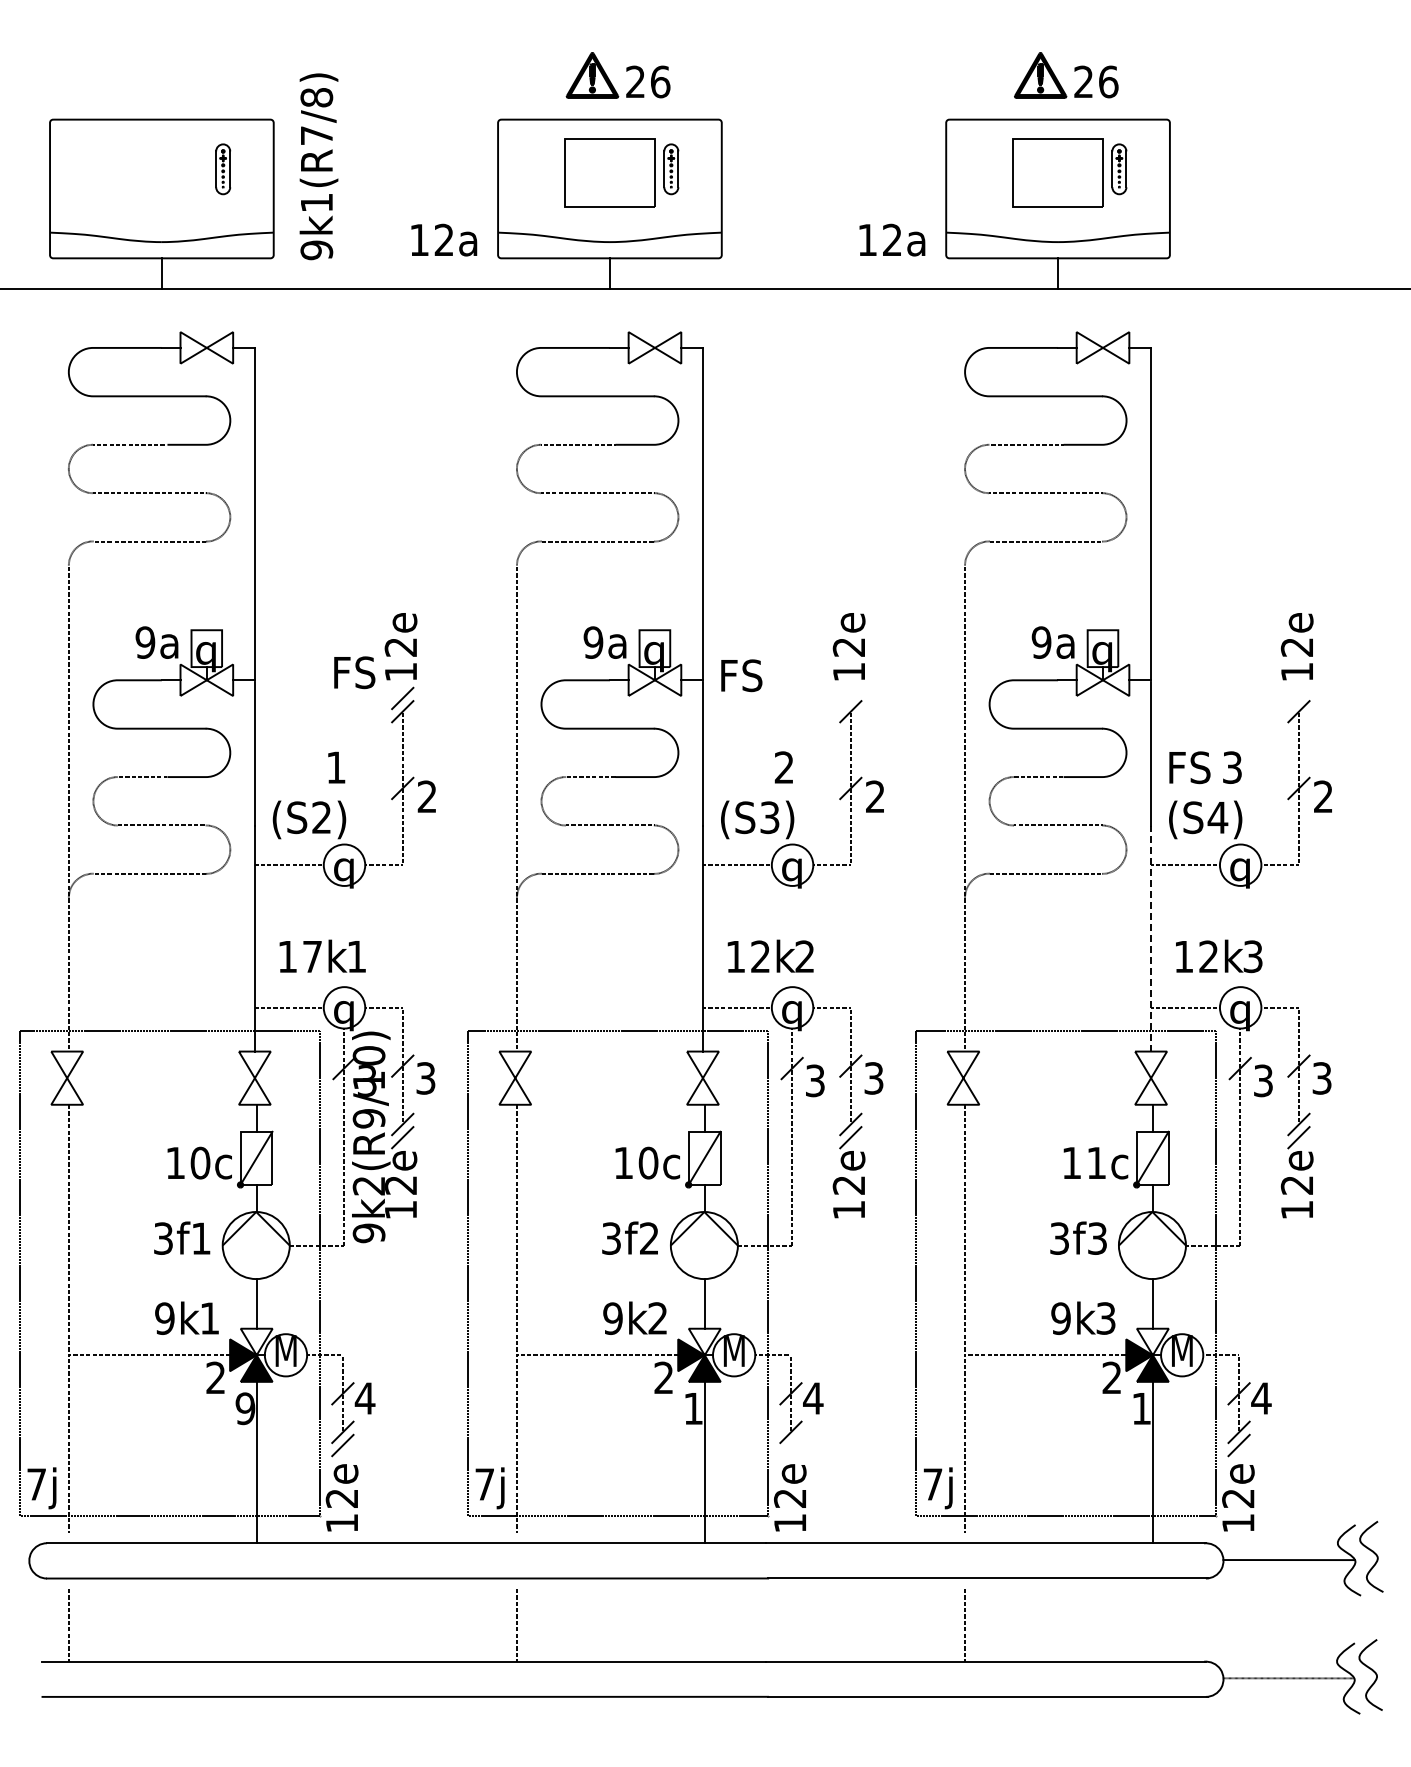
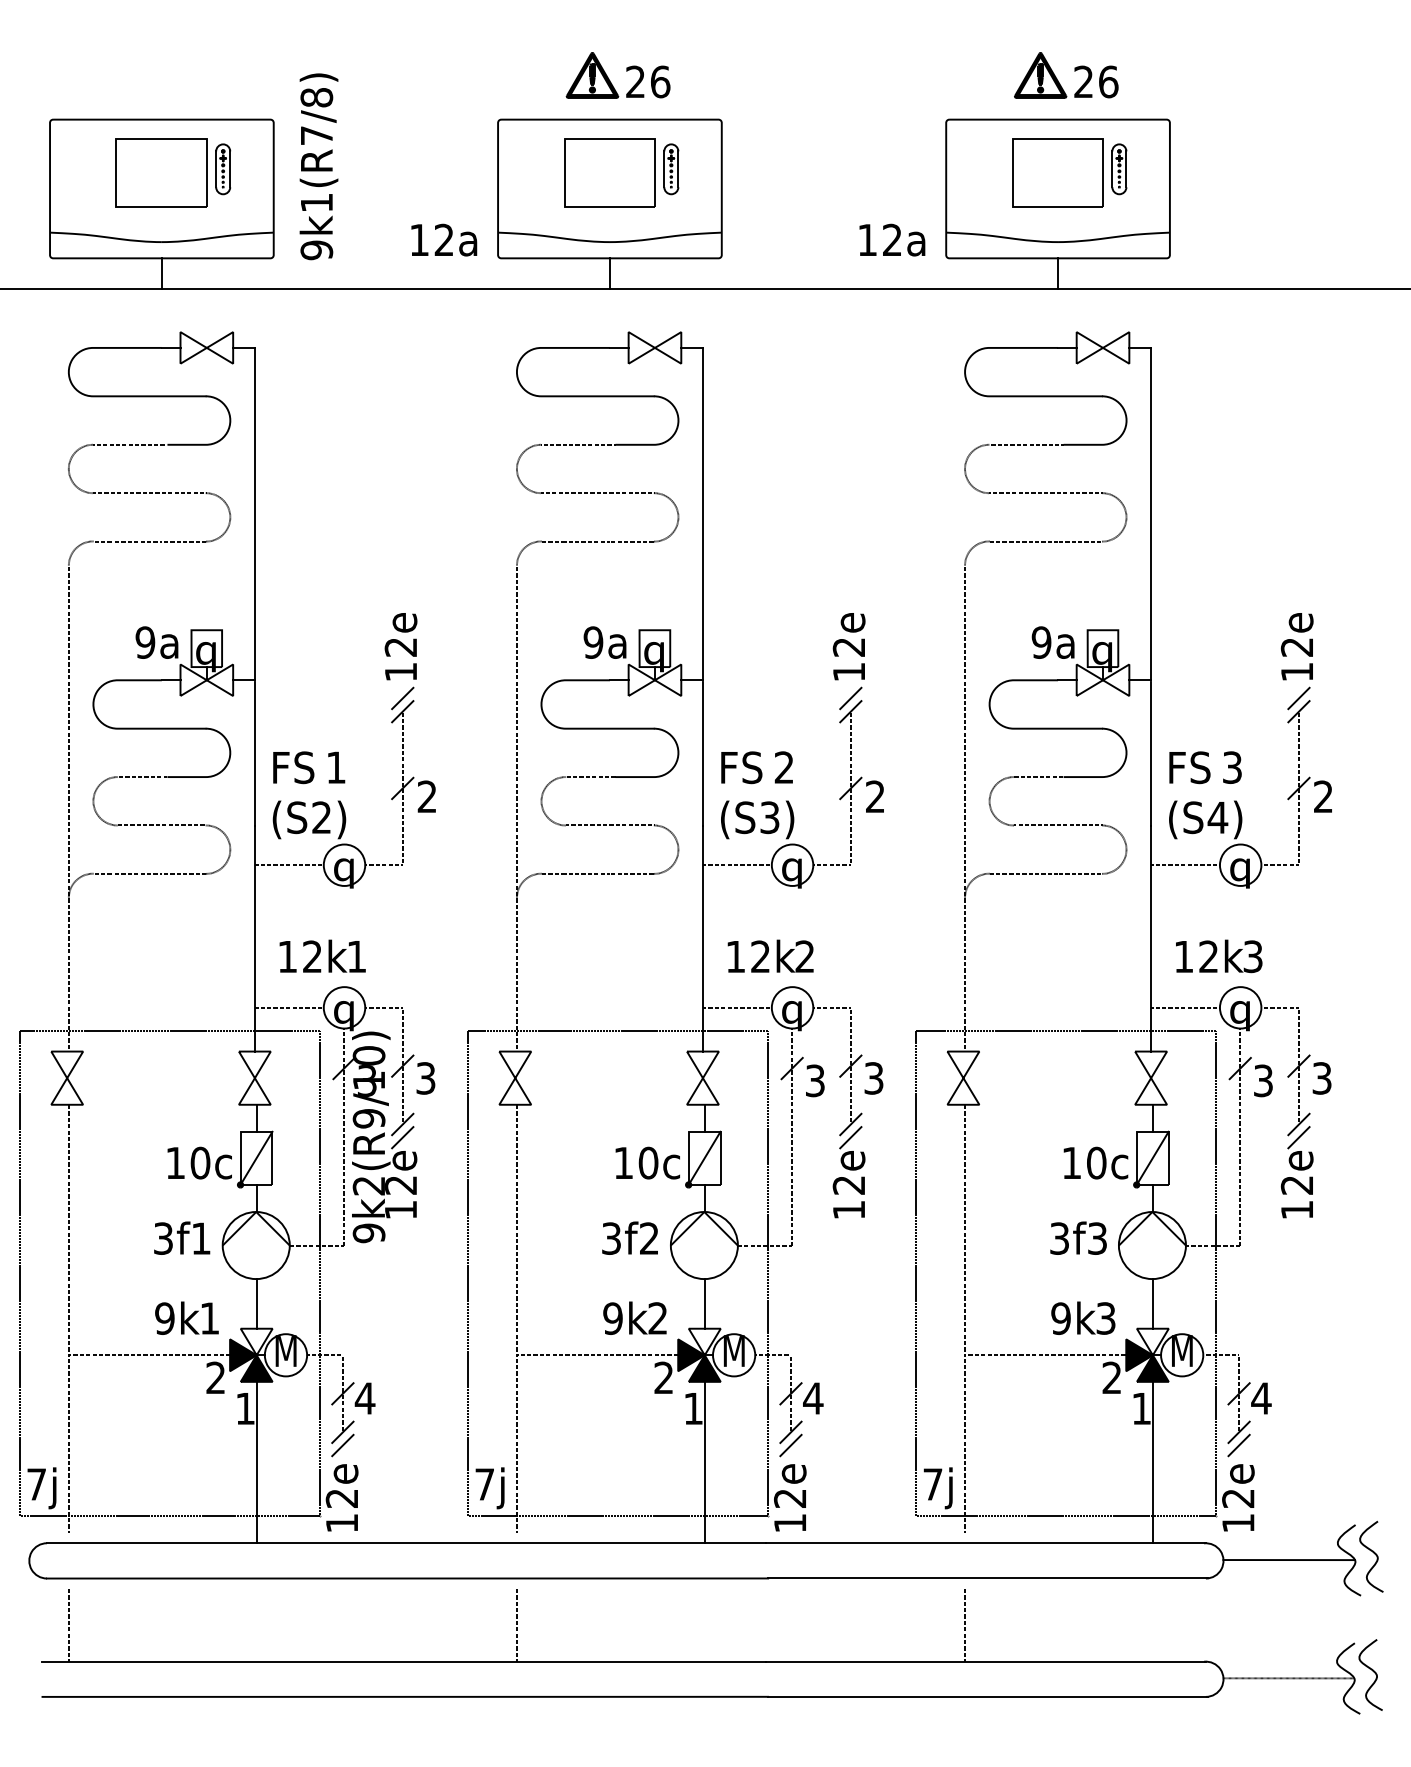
part at (161, 172): none -> present
text at (354, 672) position: (354, 672) -> (293, 767)
text at (741, 675) position: (741, 675) -> (741, 767)
line at (850, 698): none -> present
line at (1298, 698): none -> present
line at (1151, 938): dashed -> solid
text at (312, 956): 17k -> 12k
text at (1096, 1162): 11c -> 10c
text at (245, 1408): 9 -> 1
line at (790, 1445): none -> present
